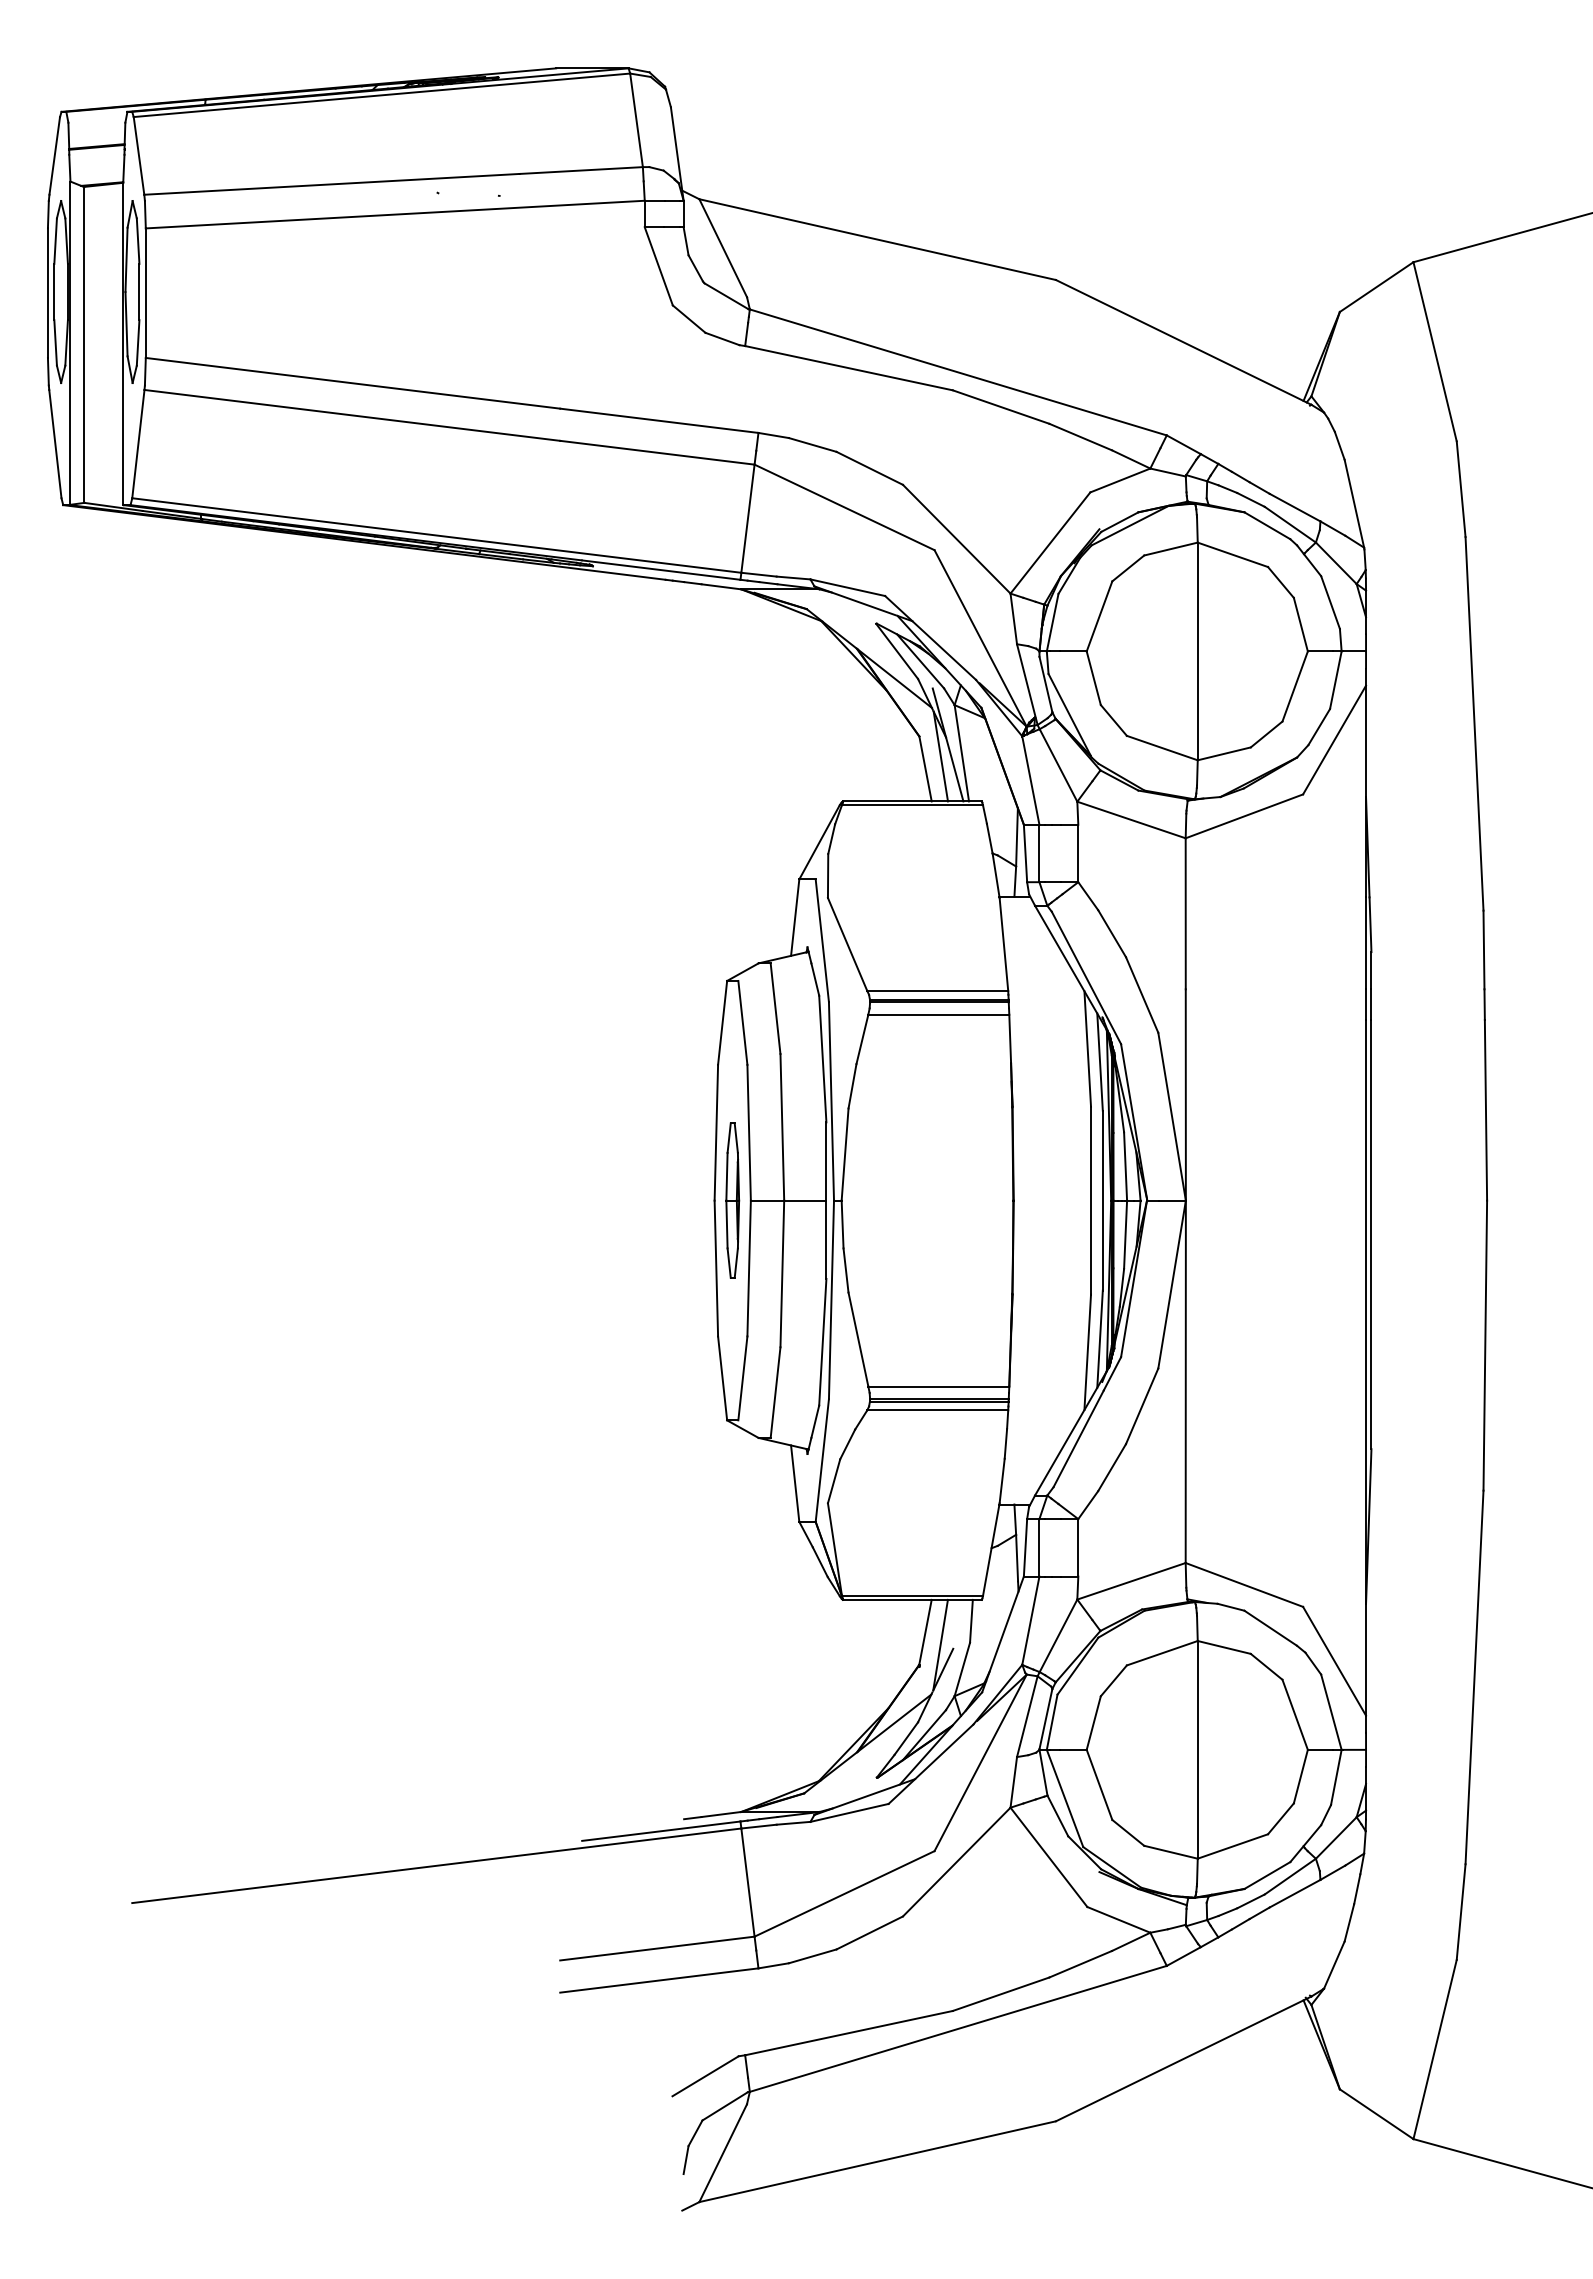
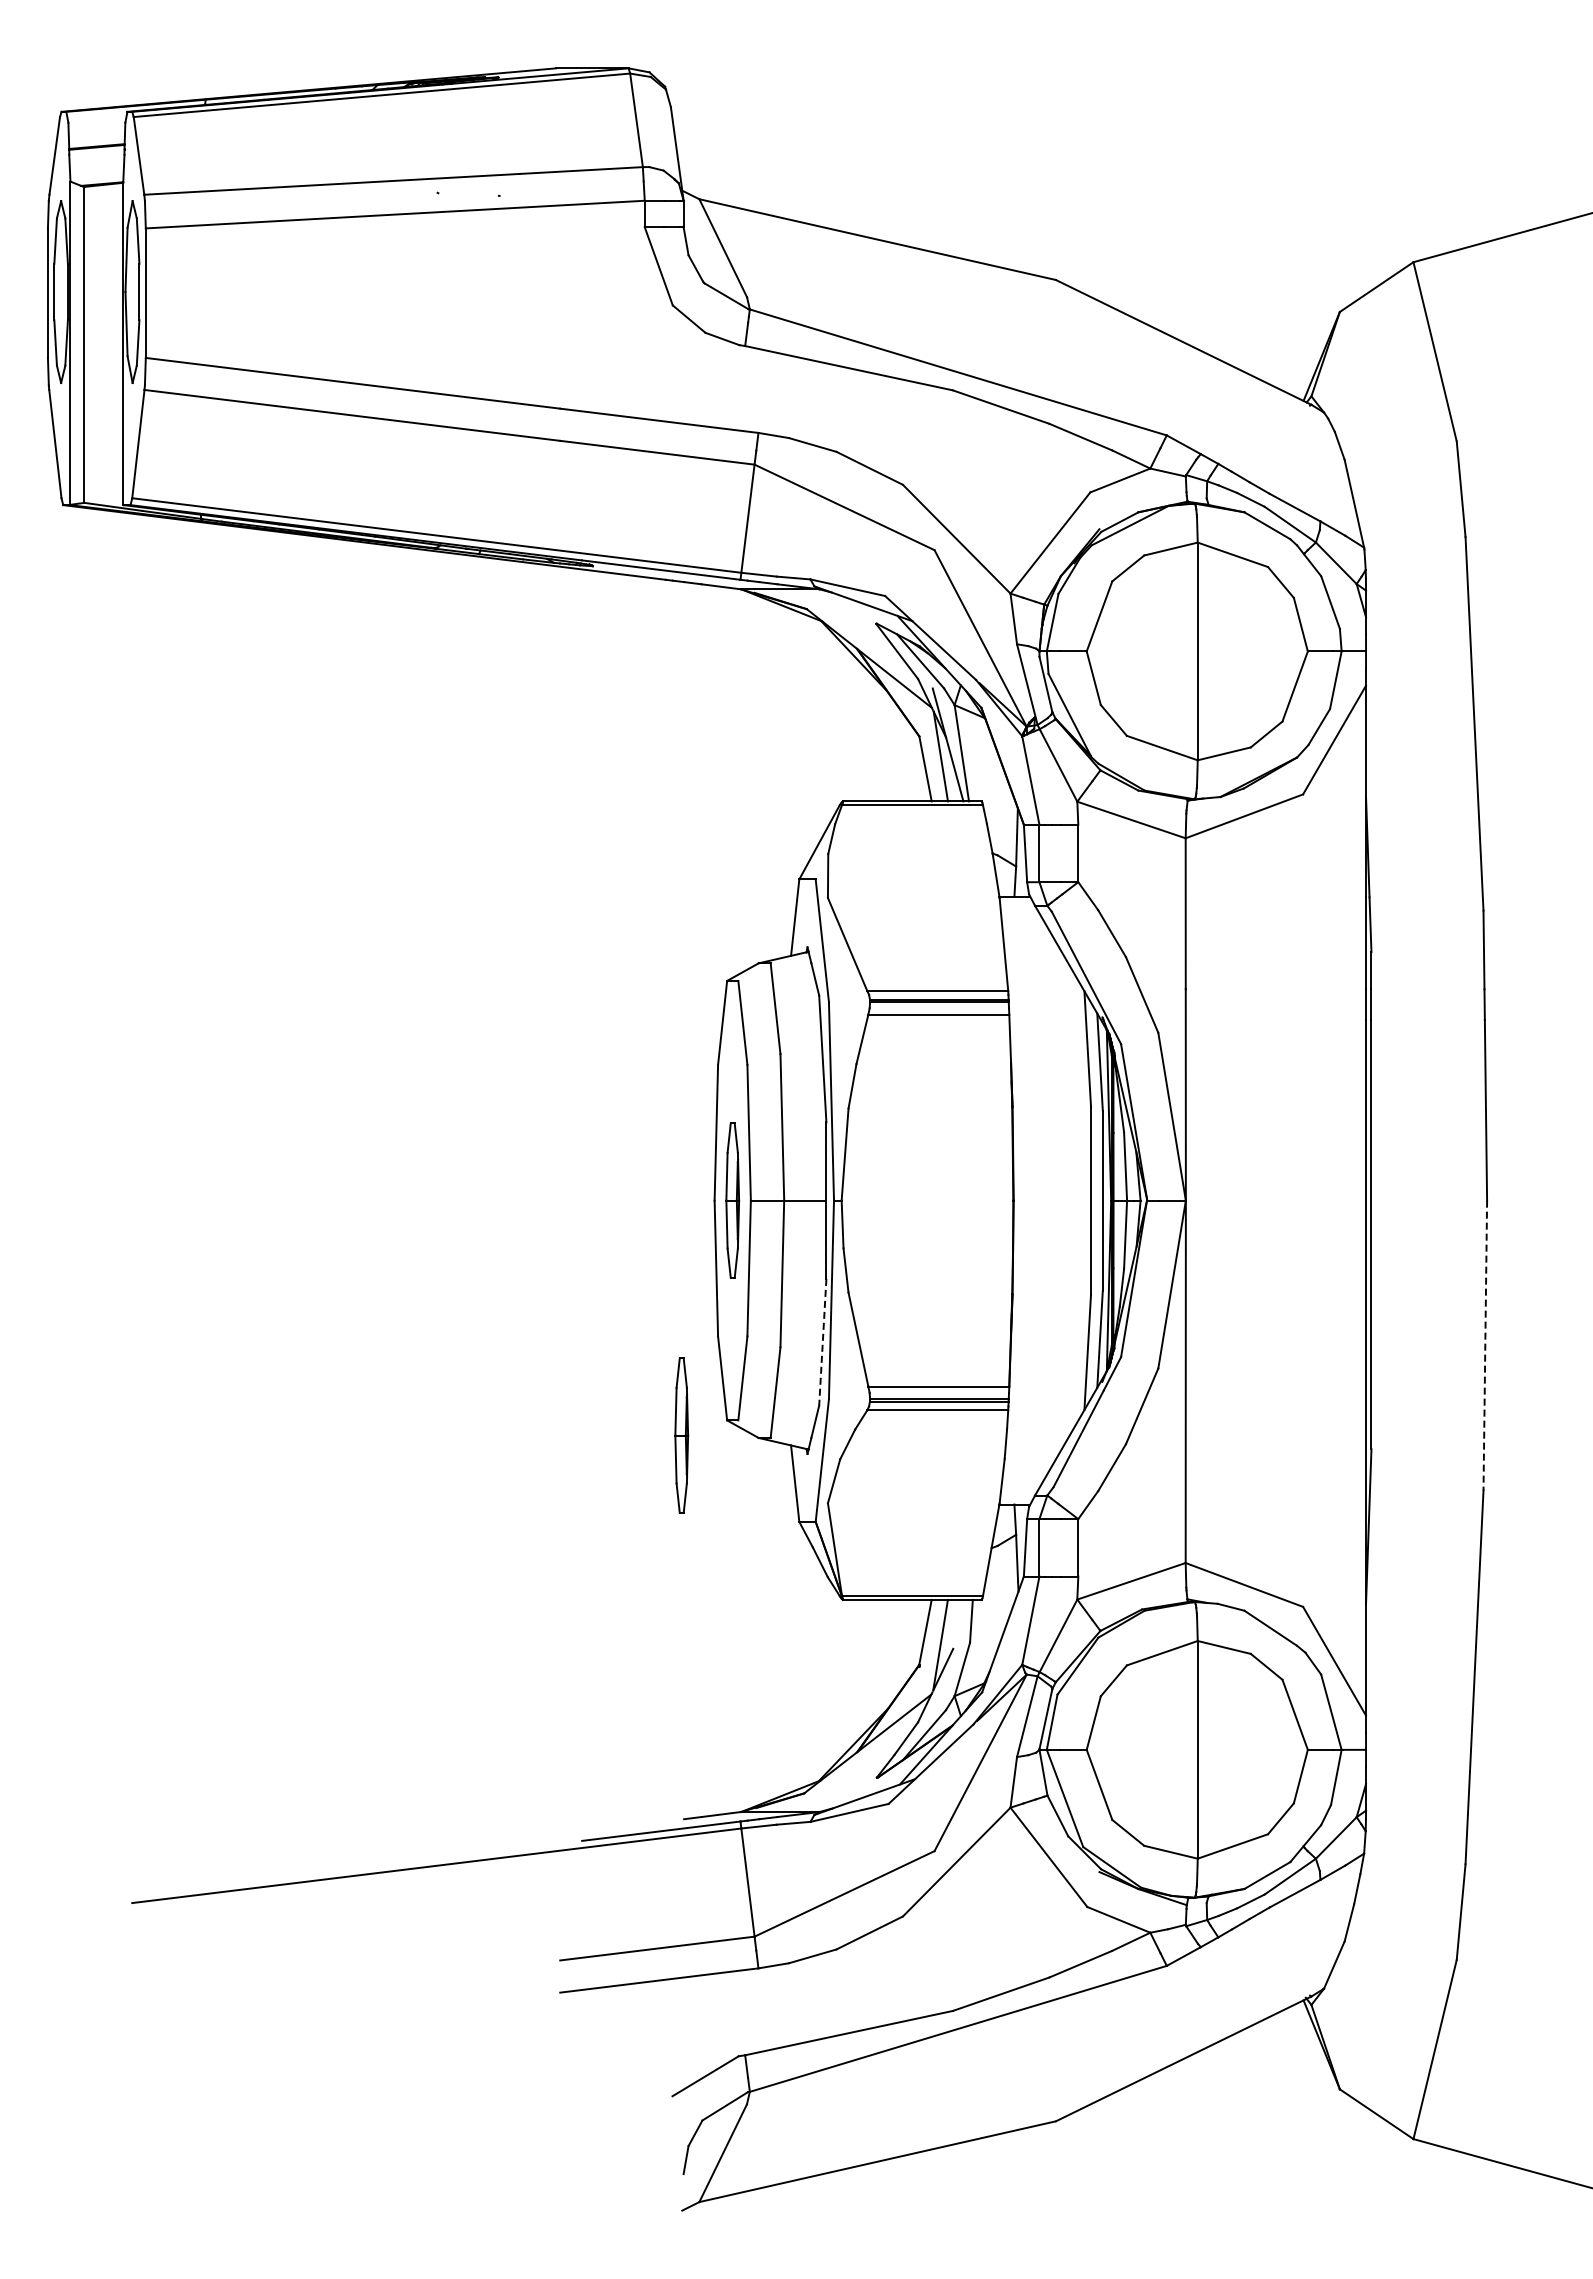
line at (822, 1342): solid -> dashed
line at (1485, 1346): solid -> dashed
part at (681, 1435): none -> present
